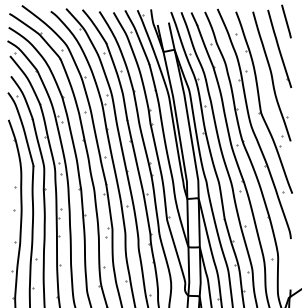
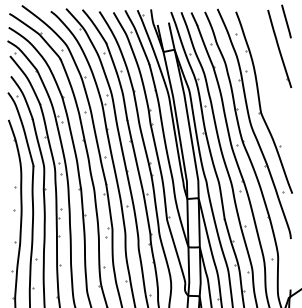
part at (271, 76): present -> none
